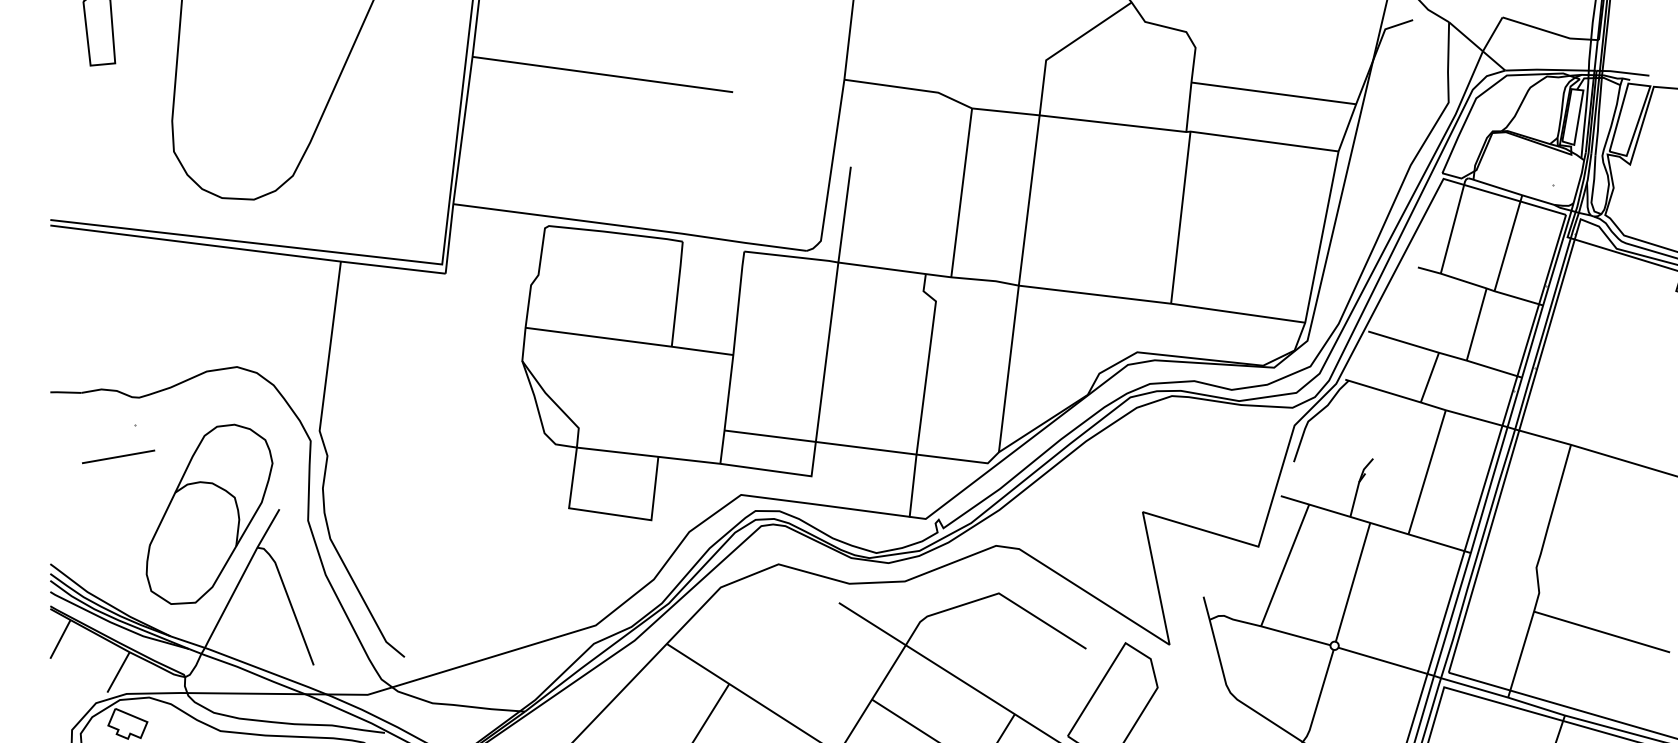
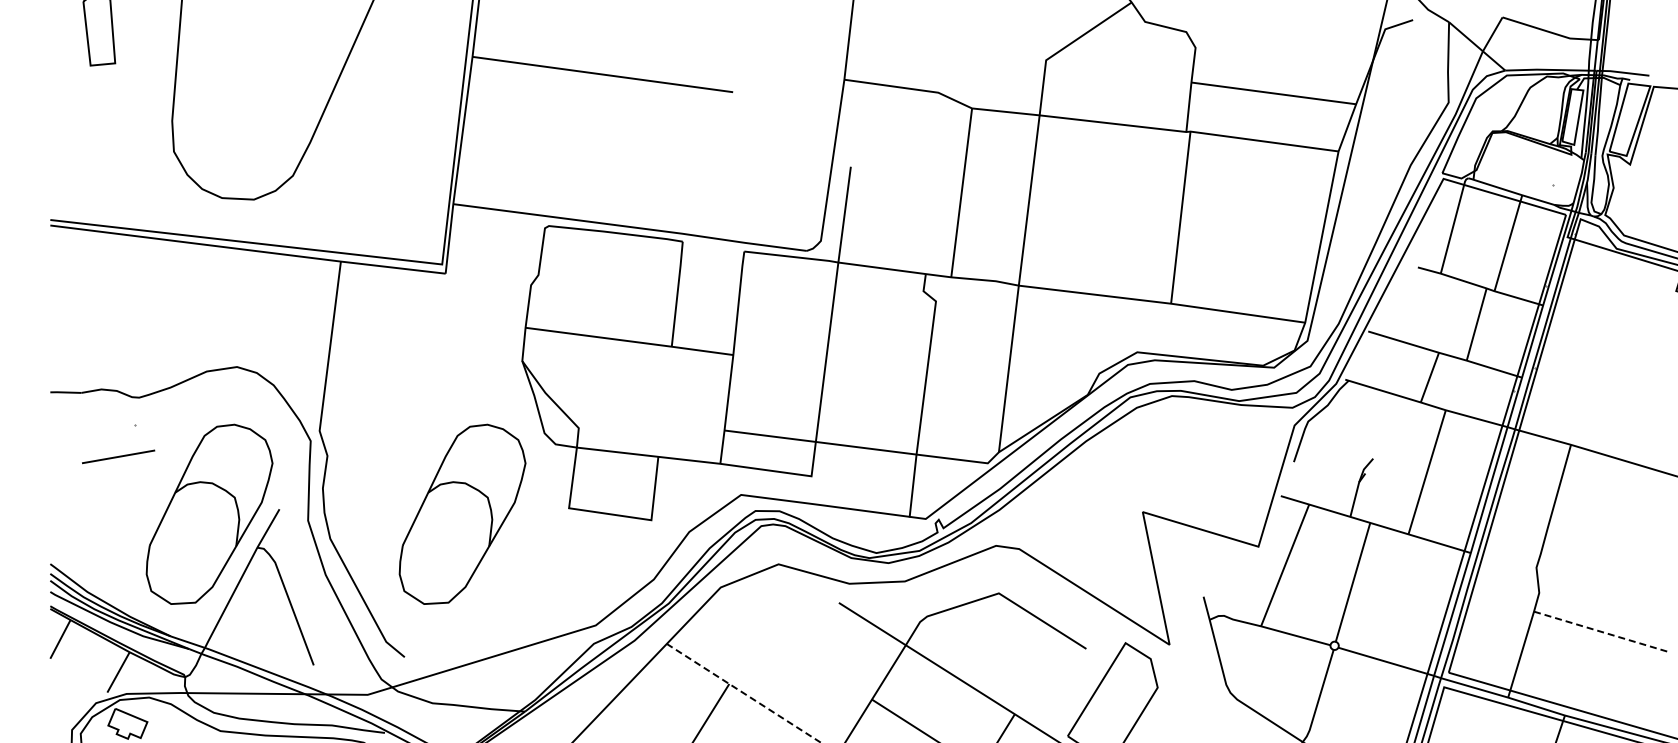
part at (462, 513): none -> present
line at (1602, 632): solid -> dashed
line at (743, 693): solid -> dashed
